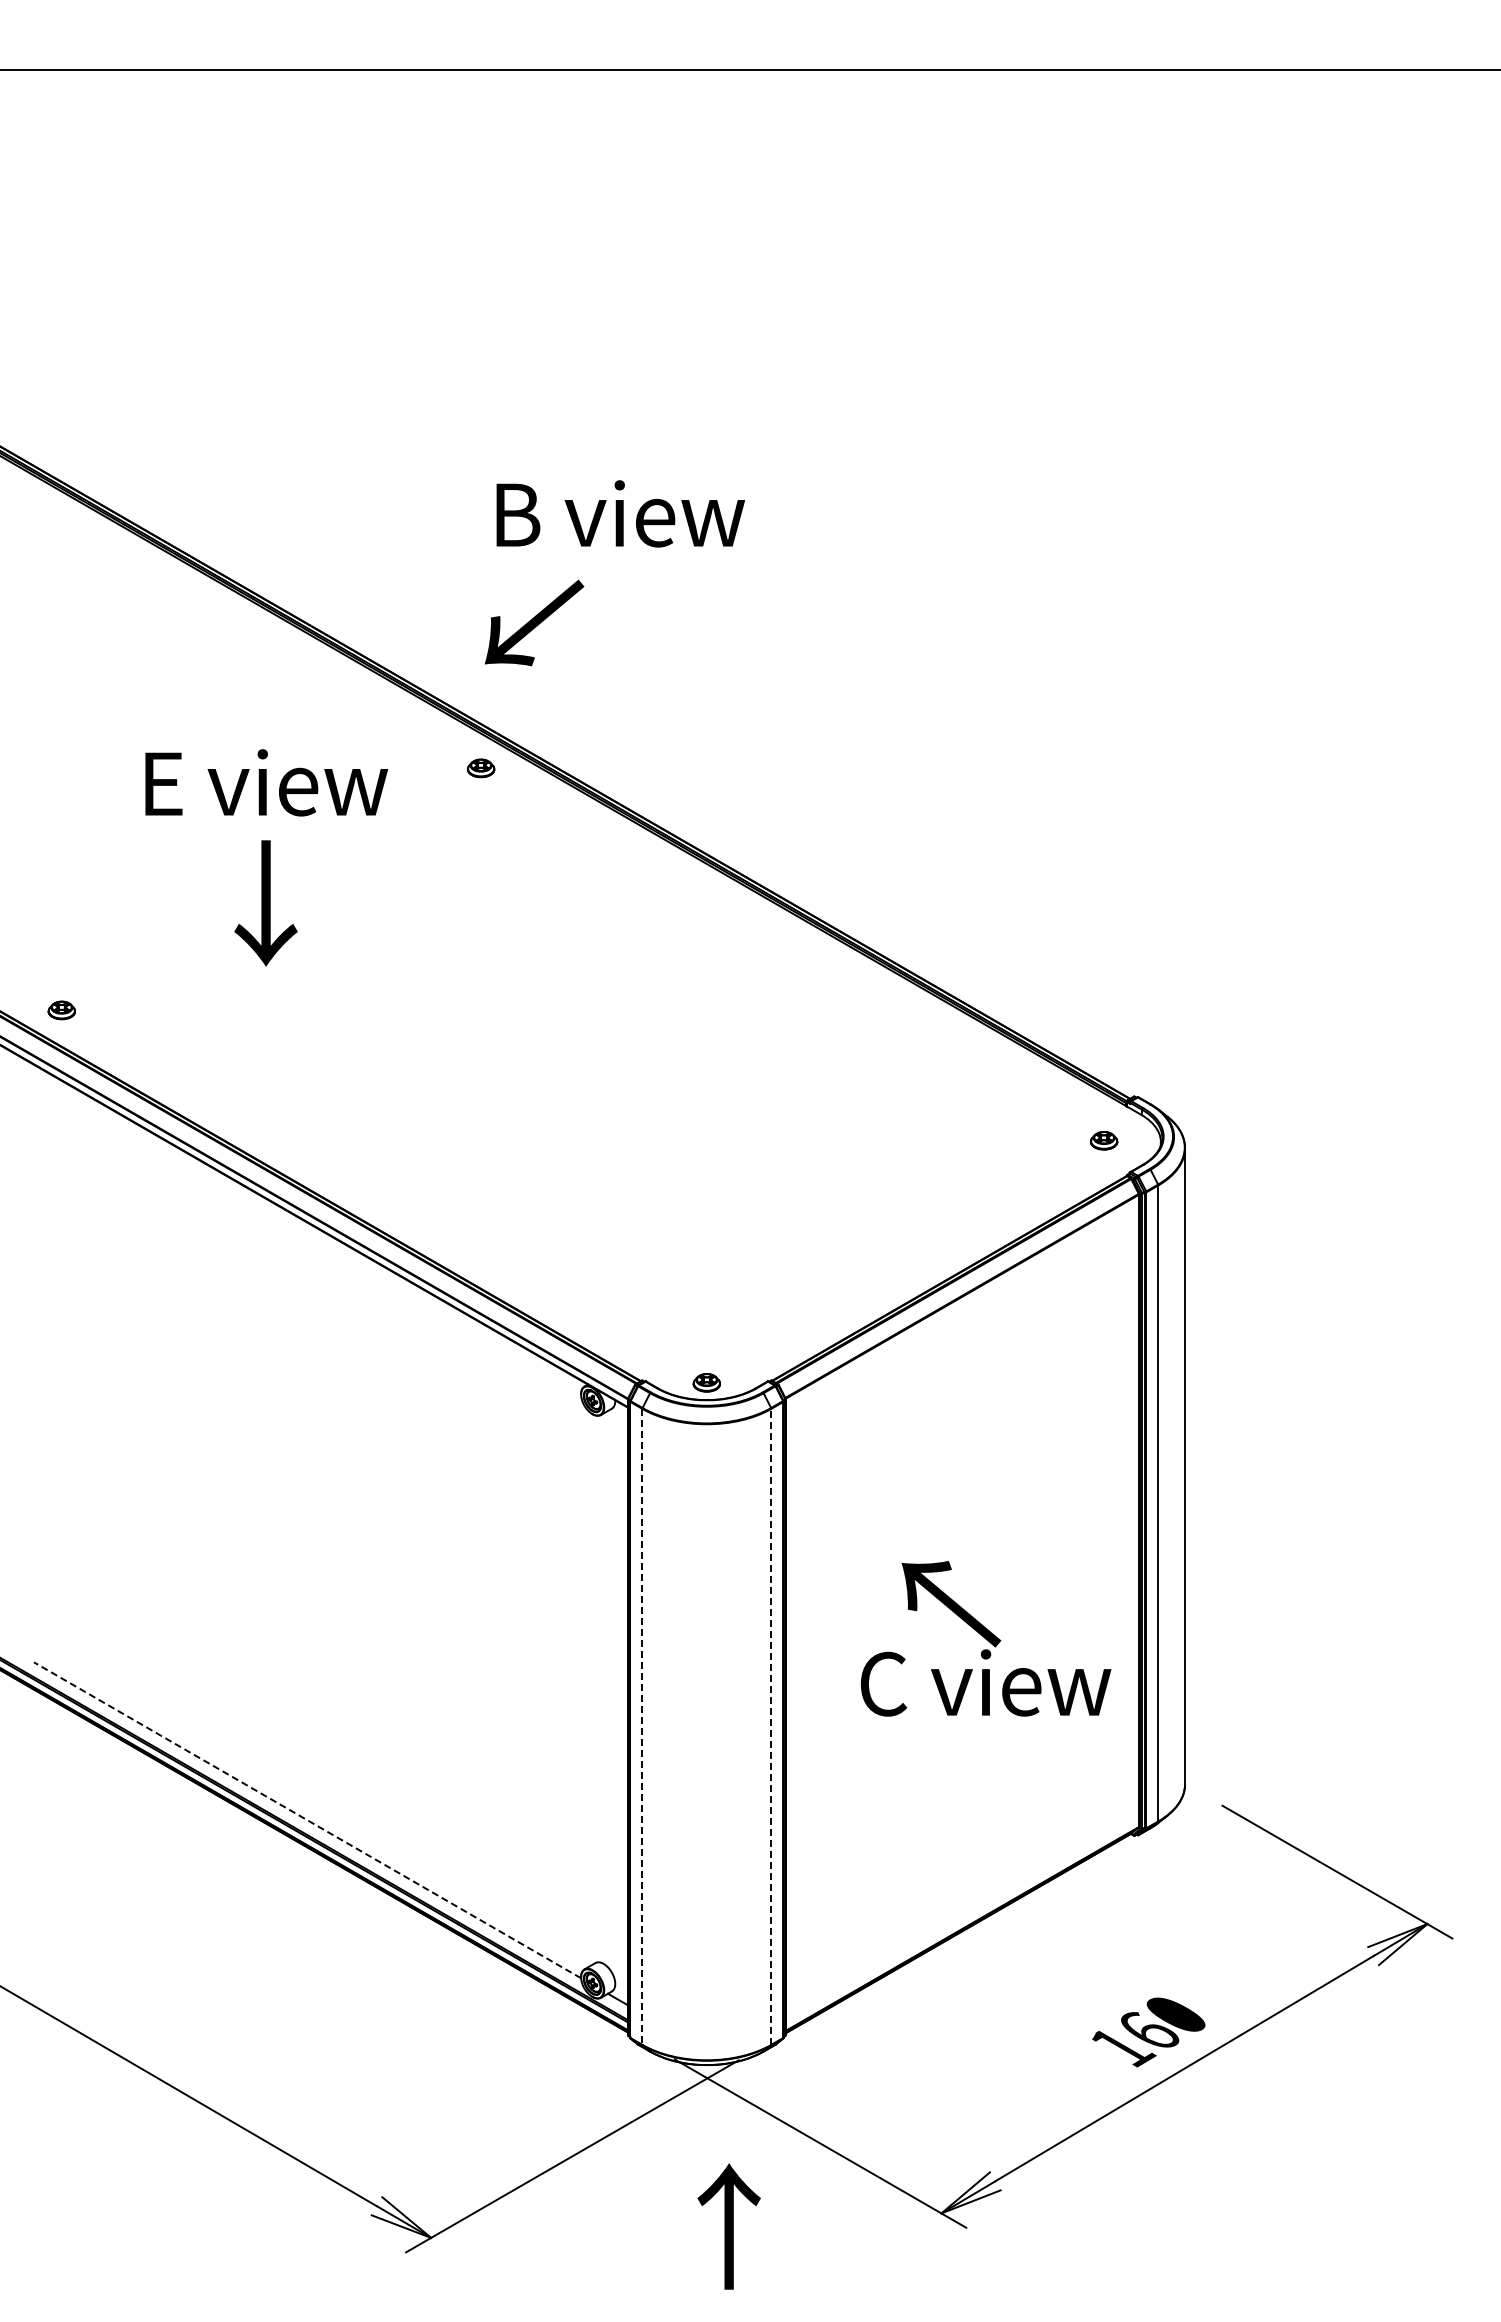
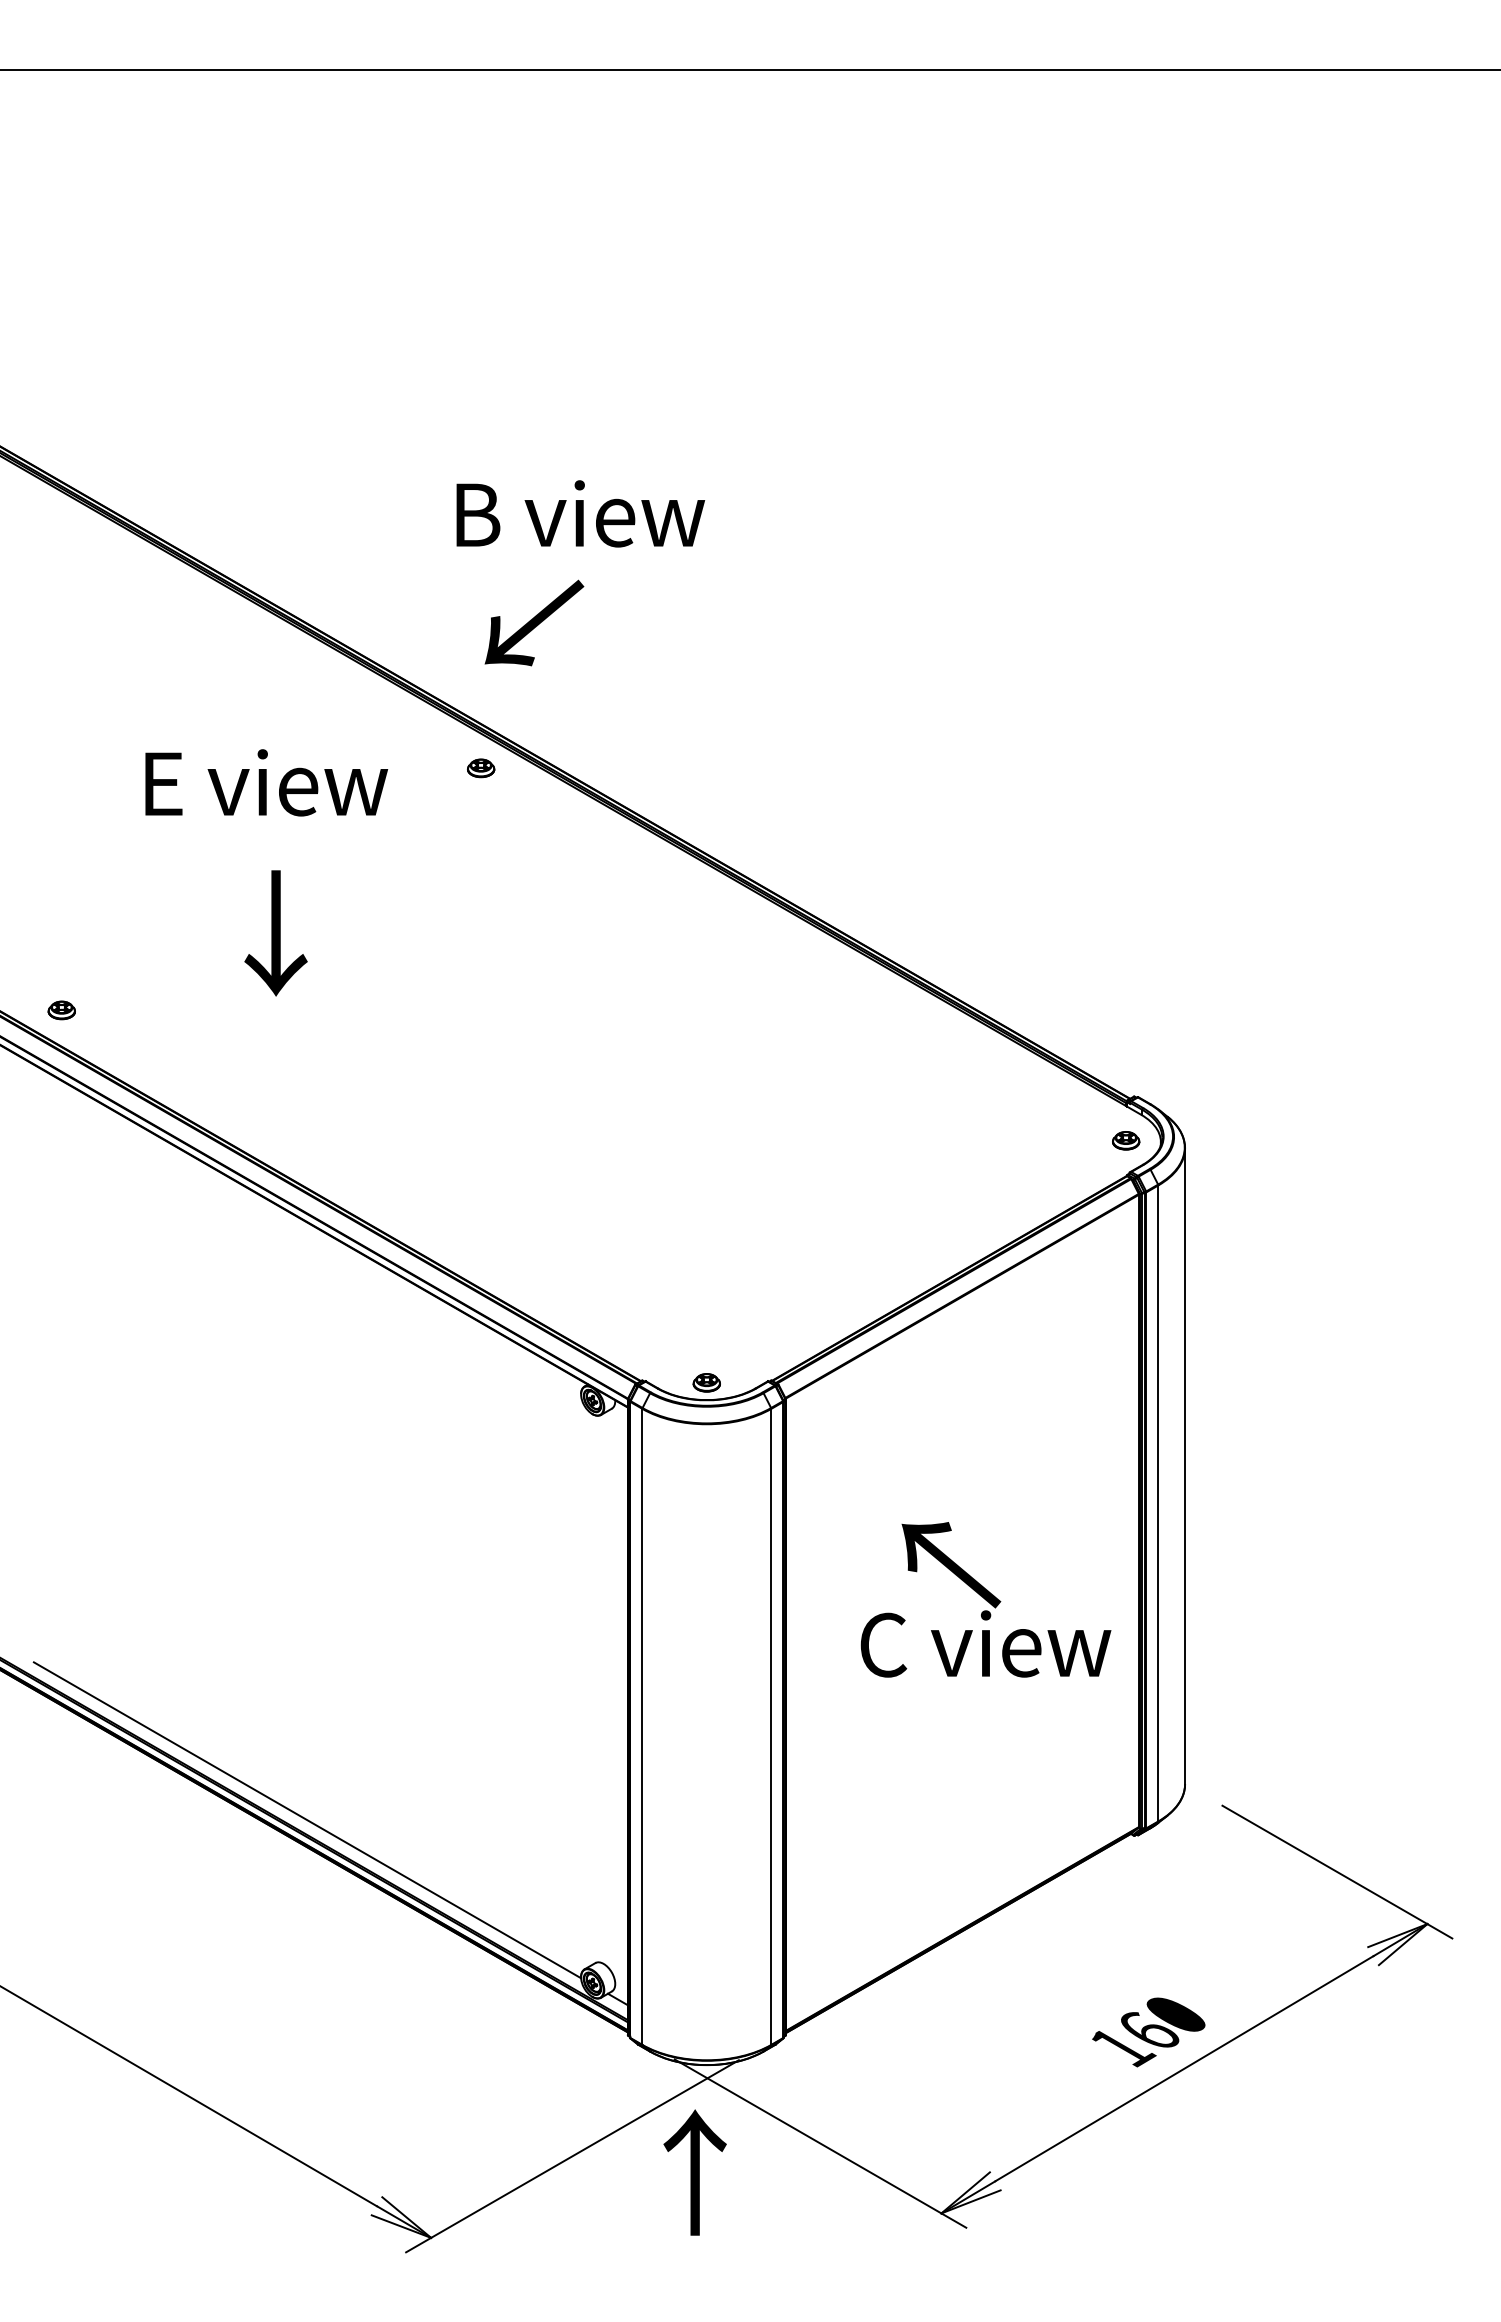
text at (620, 513) position: (620, 513) -> (580, 513)
text at (265, 903) position: (265, 903) -> (275, 933)
part at (1104, 1140) position: (1104, 1140) -> (1126, 1140)
text at (985, 1638) position: (985, 1638) -> (985, 1599)
line at (642, 1726): dashed -> solid
line at (771, 1726): dashed -> solid
line at (307, 1820): dashed -> solid
text at (728, 2226) position: (728, 2226) -> (694, 2172)
